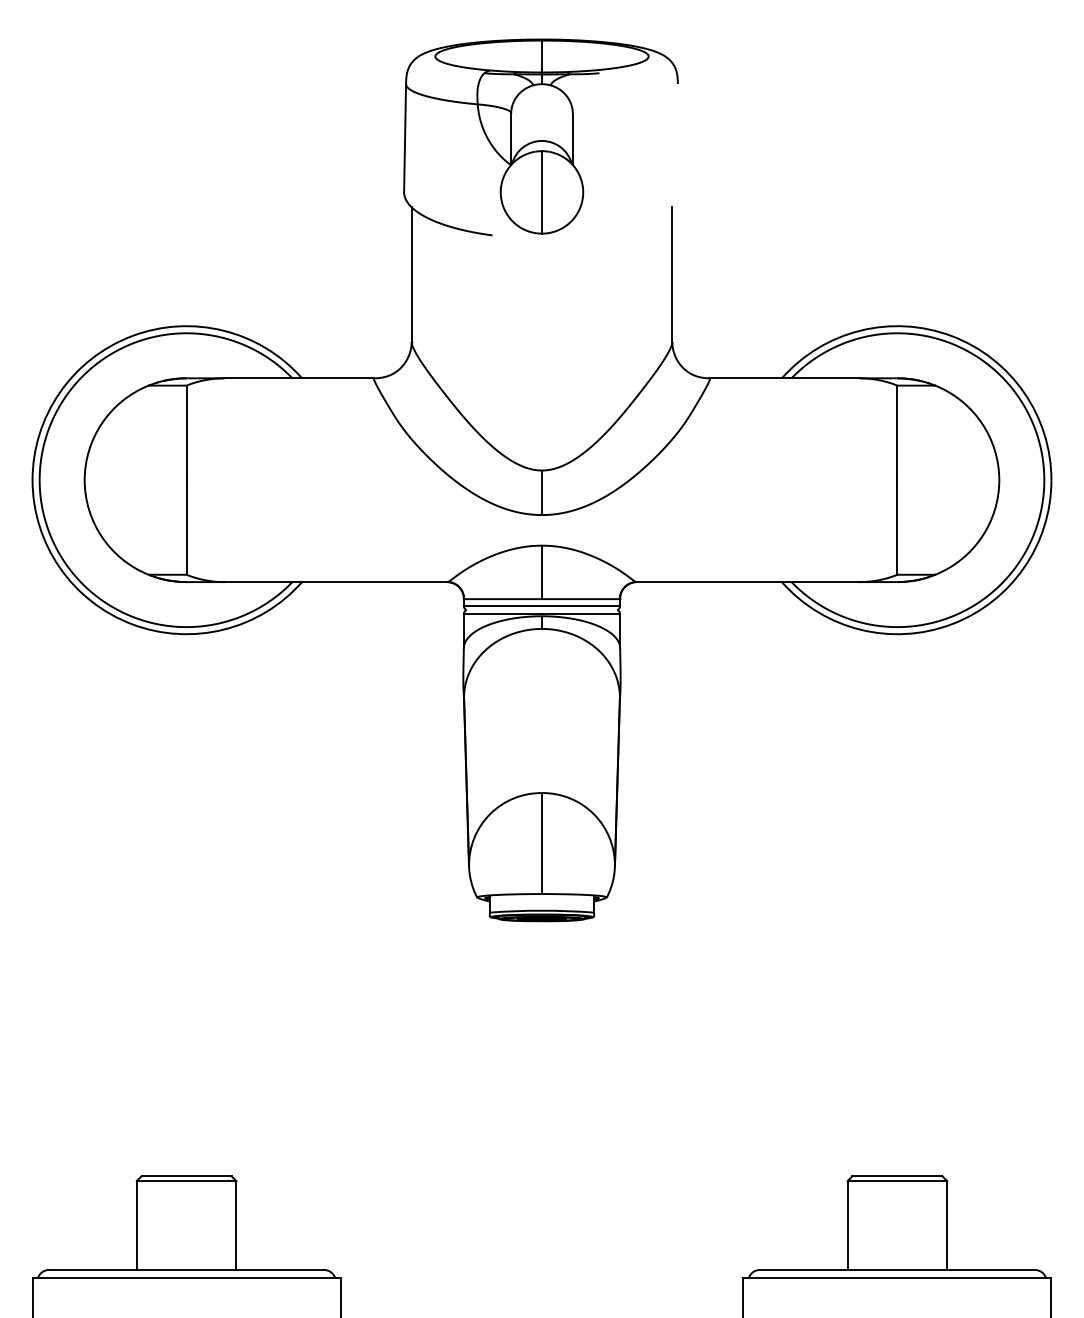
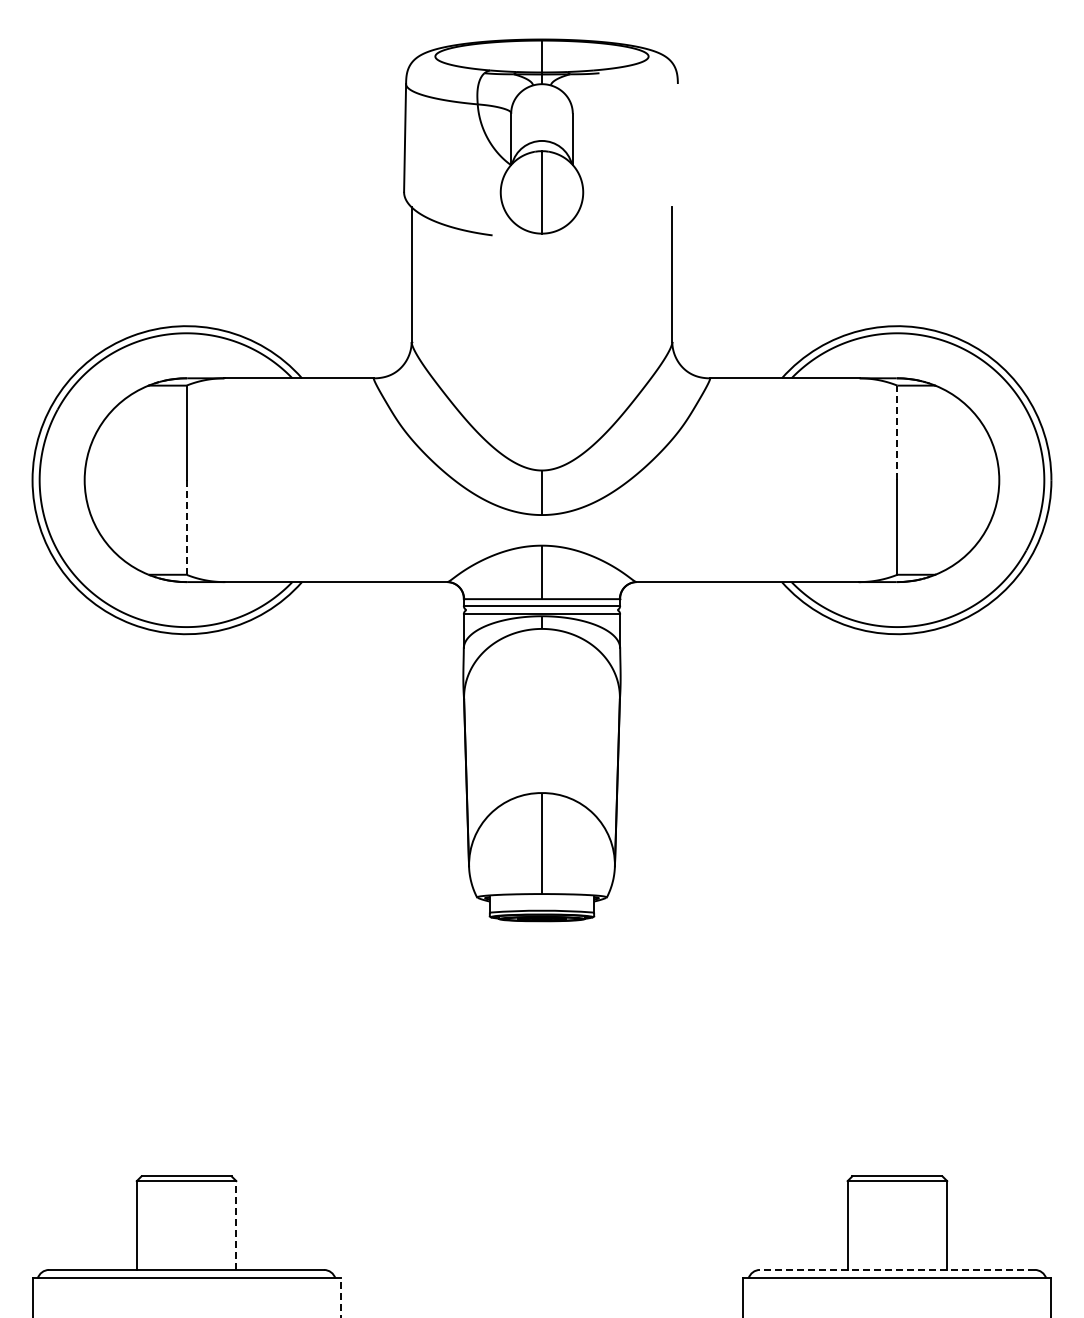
line at (897, 432): solid -> dashed
line at (186, 527): solid -> dashed
line at (236, 1225): solid -> dashed
line at (896, 1269): solid -> dashed
line at (340, 1297): solid -> dashed
